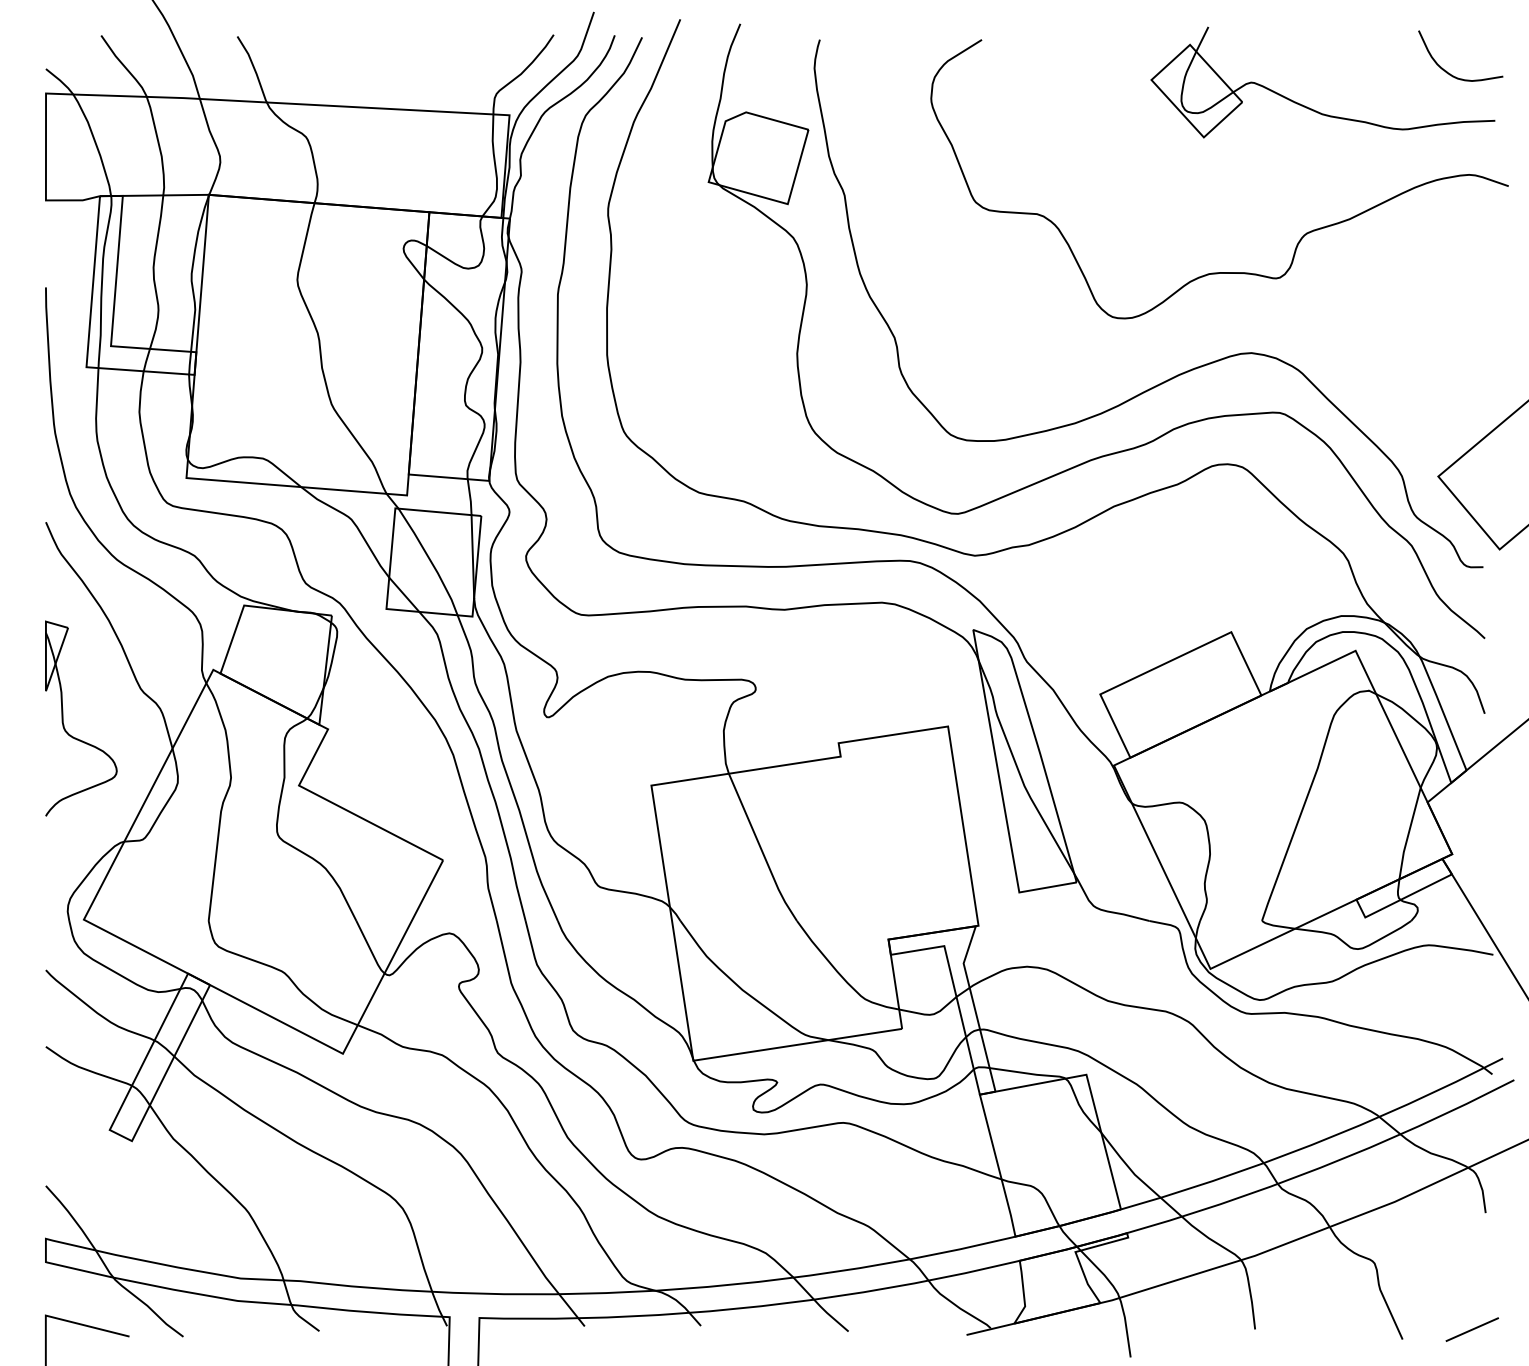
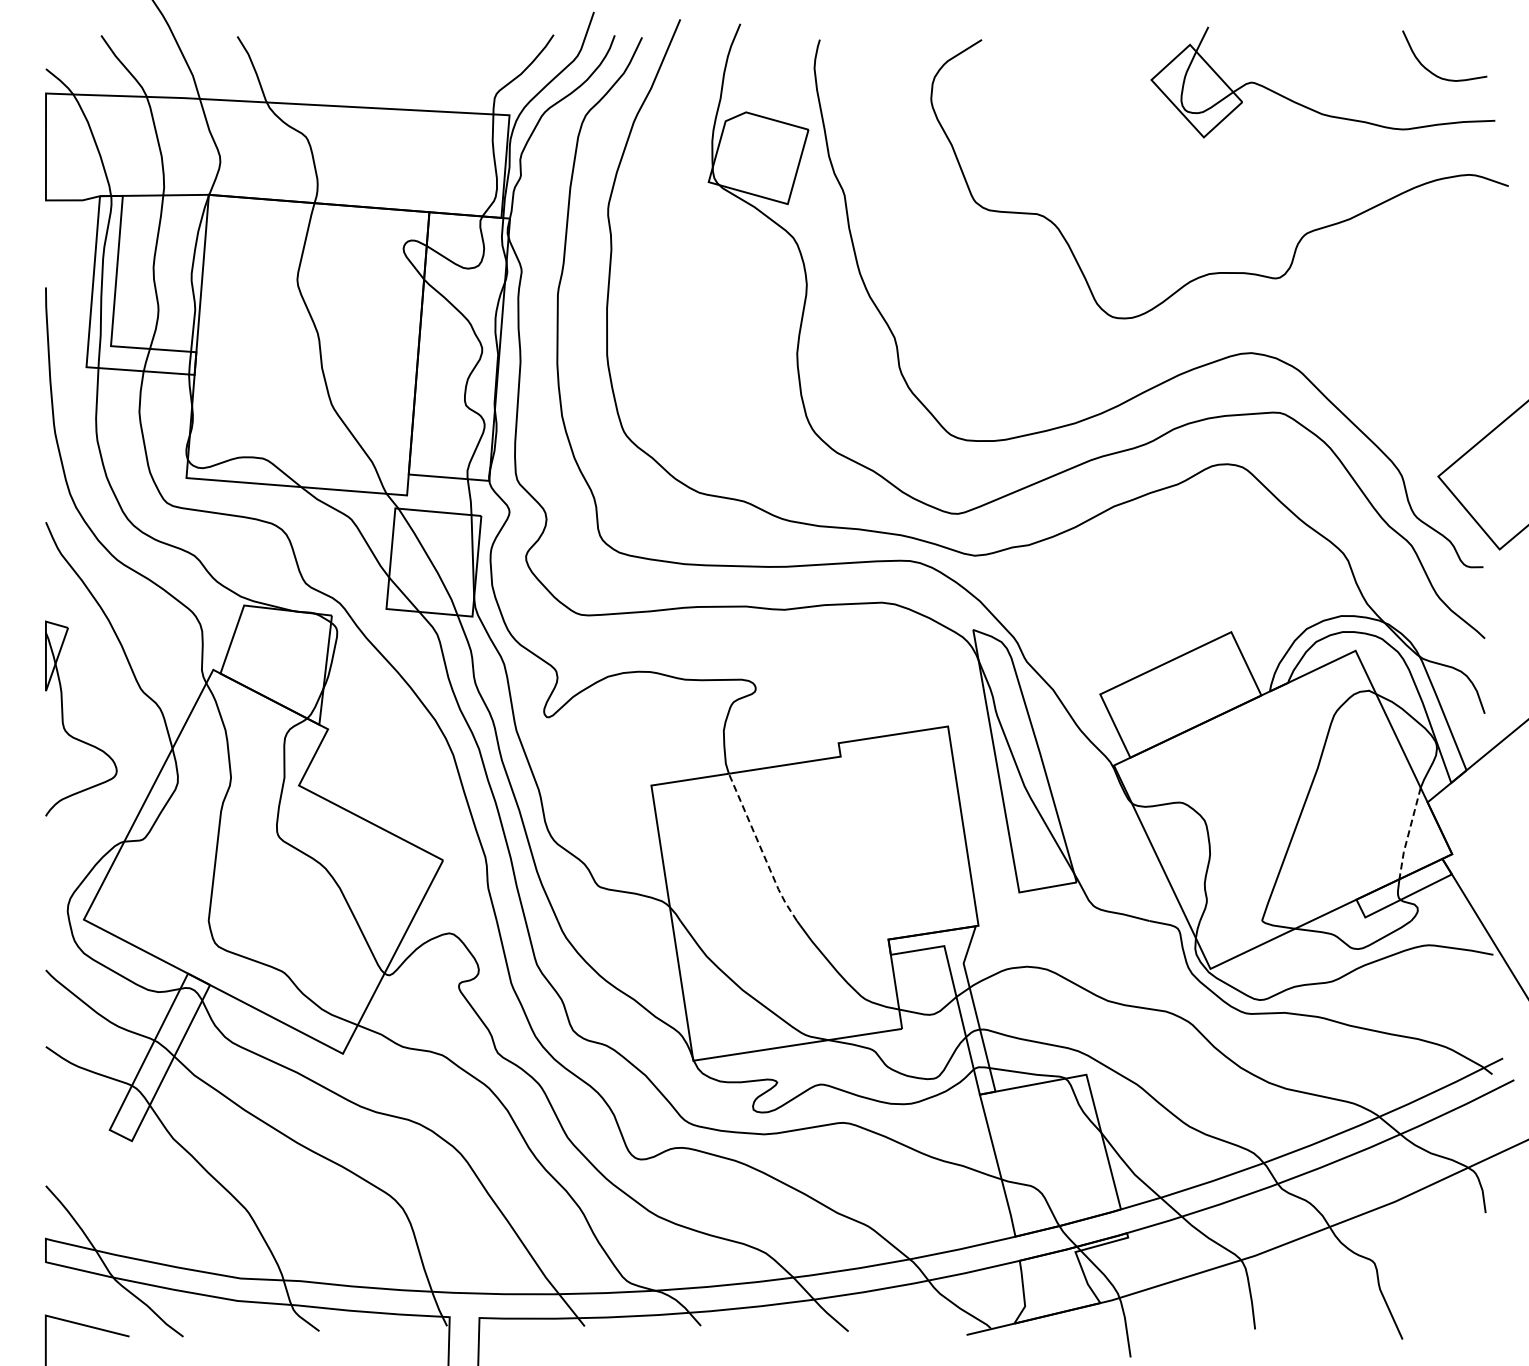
curve at (1446, 70) position: (1446, 70) -> (1430, 70)
line at (1408, 833): solid -> dashed
line at (761, 849): solid -> dashed
line at (1471, 1329): present -> none
